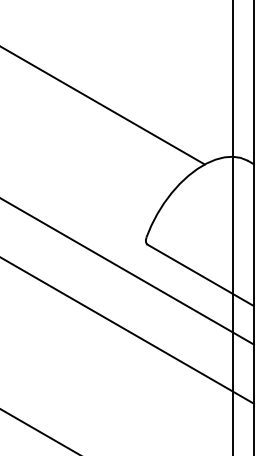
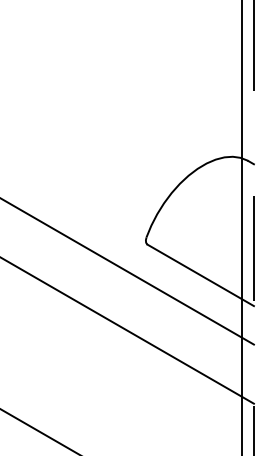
line at (103, 105): present -> none
line at (233, 227) position: (233, 227) -> (242, 227)
line at (253, 227): solid -> dashed
